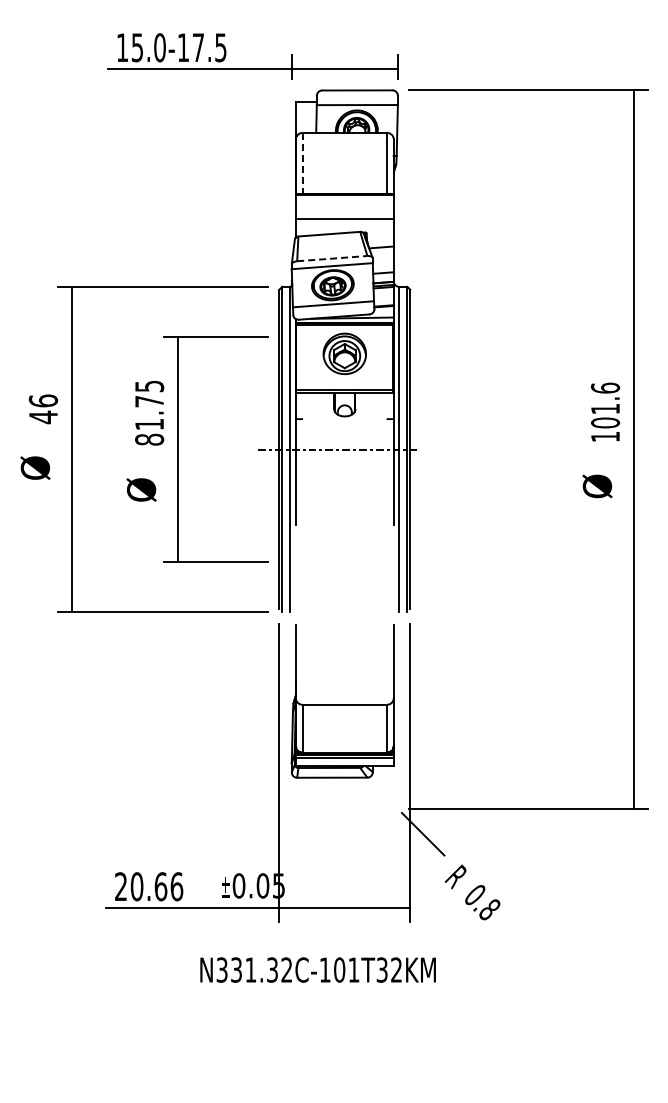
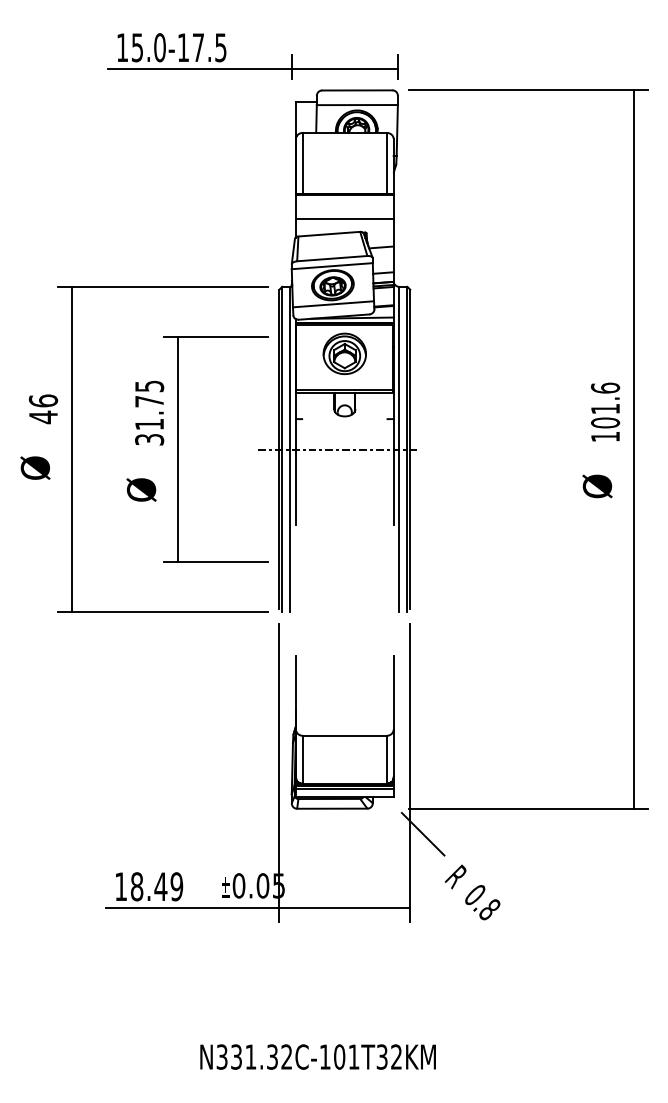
line at (303, 163): dashed -> solid
line at (332, 258): dashed -> solid
text at (149, 439): 81.75 -> 31.75
part at (342, 701) position: (342, 701) -> (342, 732)
text at (149, 886): 20.66 -> 18.49
text at (317, 969) position: (317, 969) -> (317, 1056)
